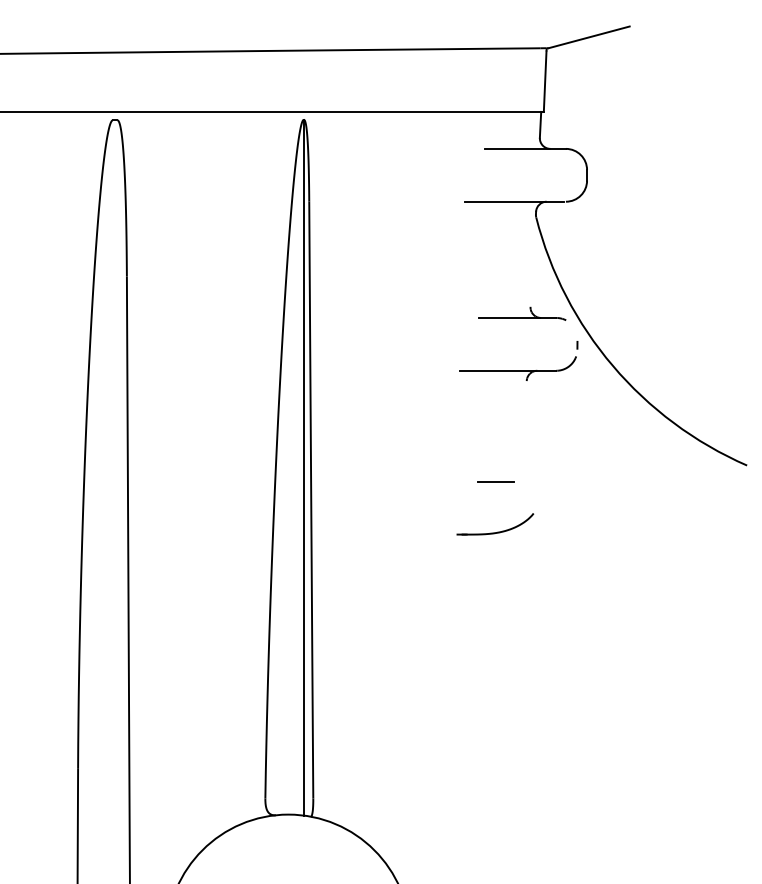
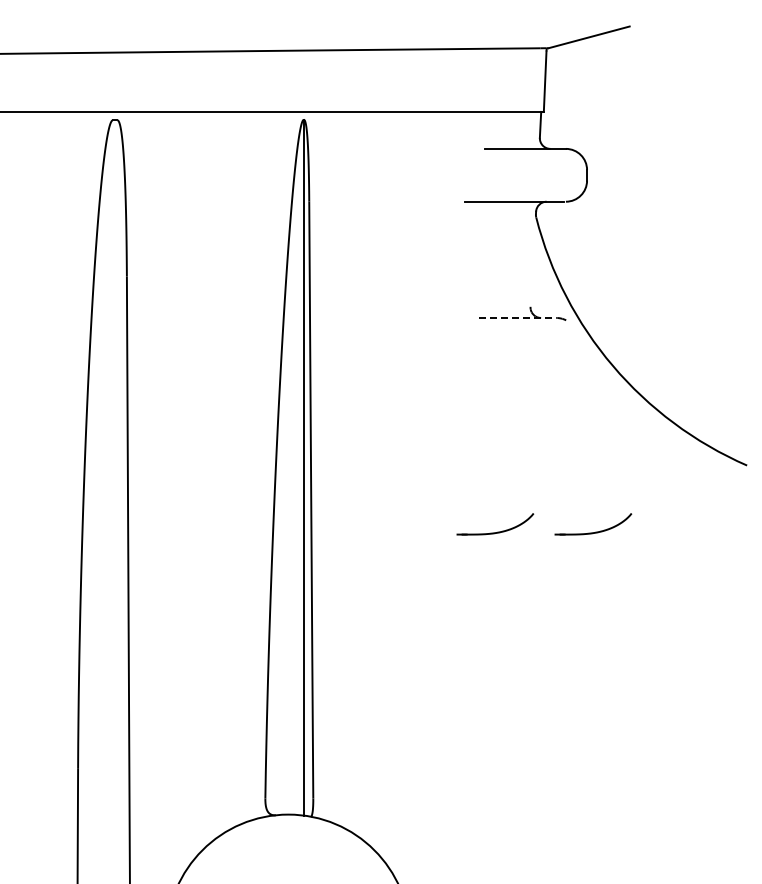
line at (518, 317): solid -> dashed
part at (518, 370): present -> none
line at (495, 481): present -> none
part at (595, 531): none -> present
